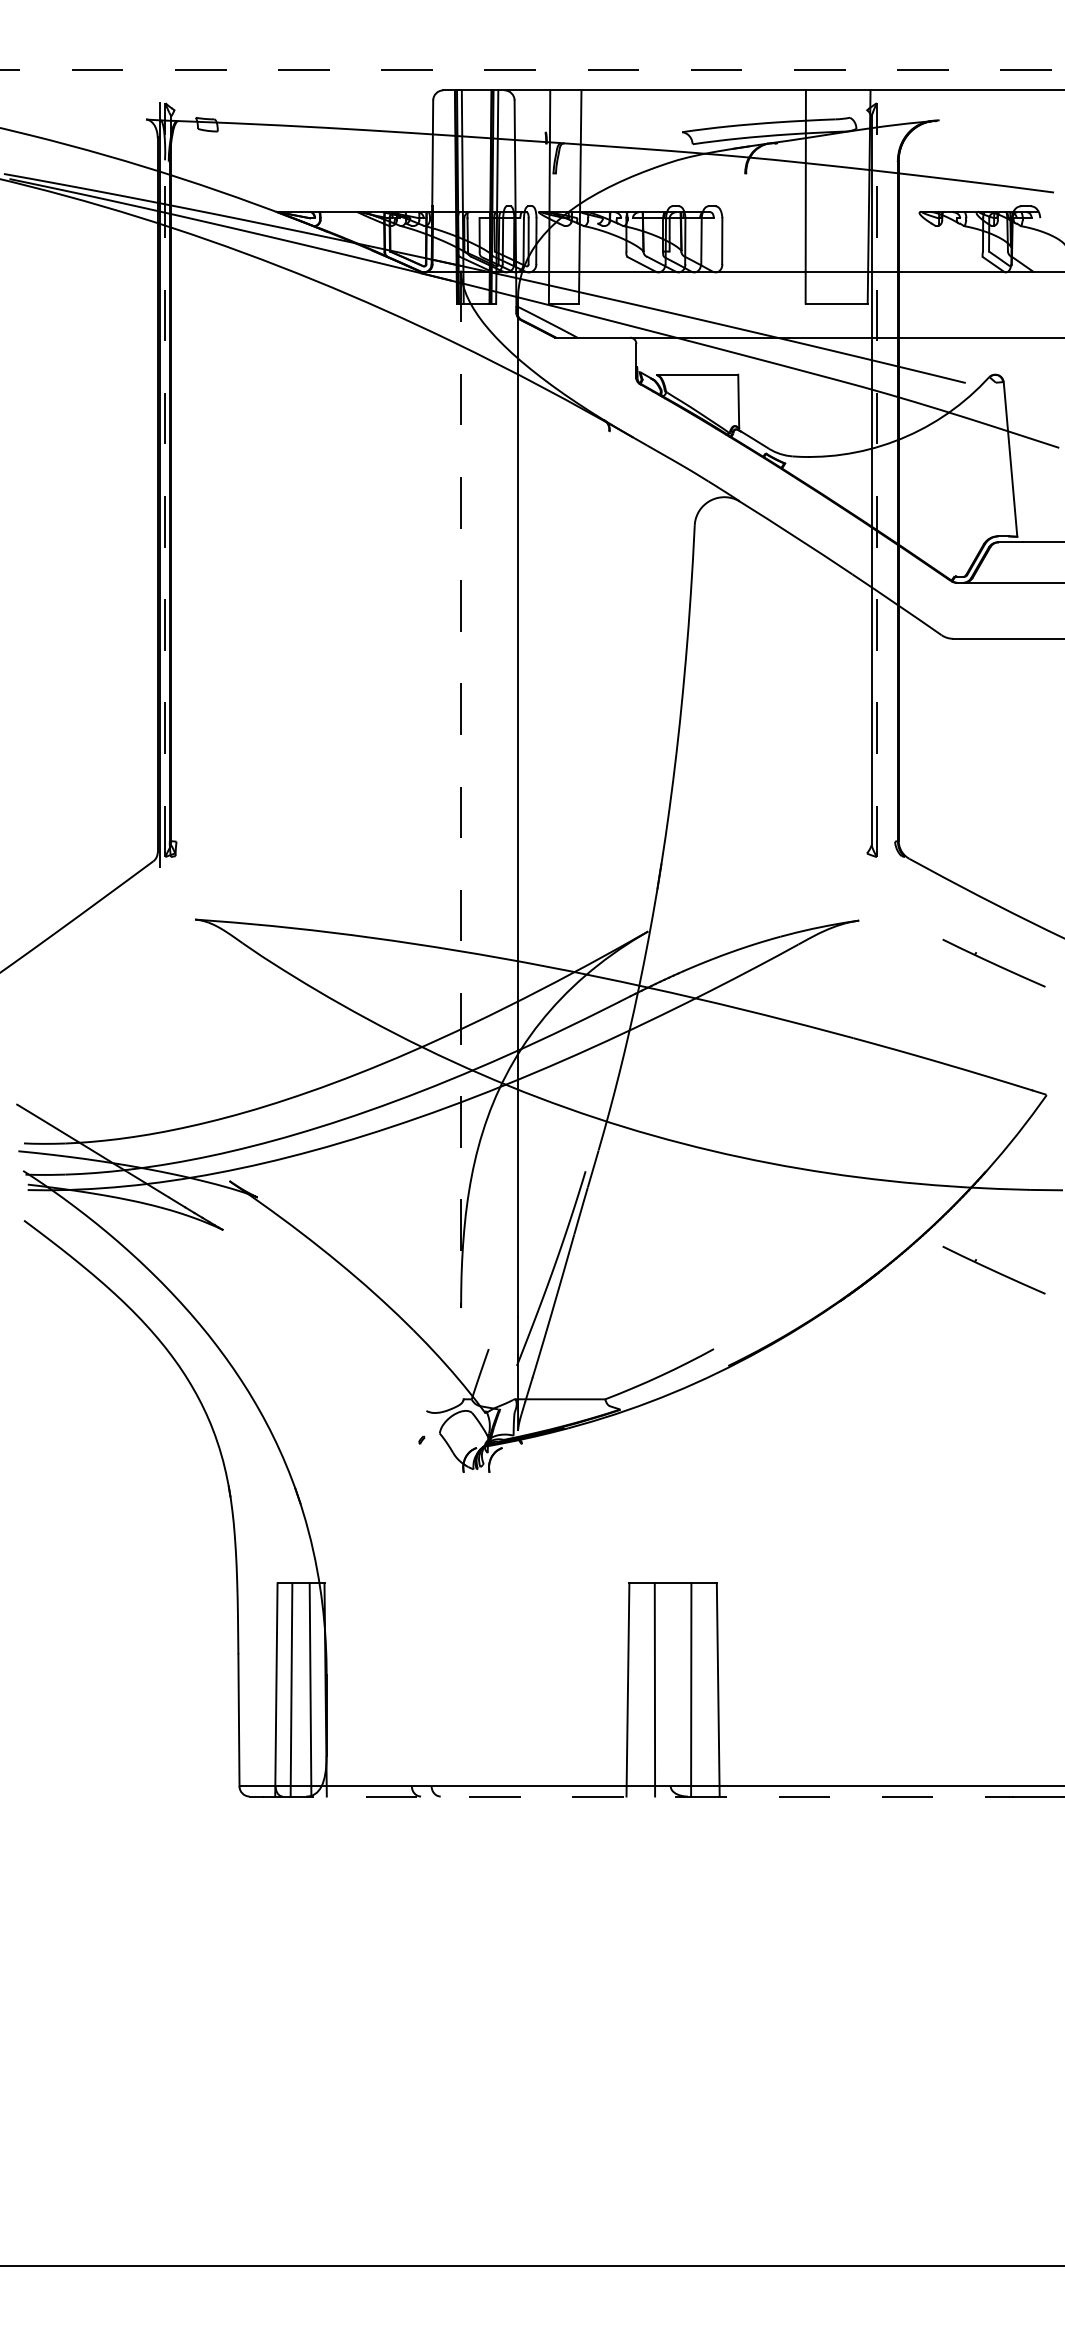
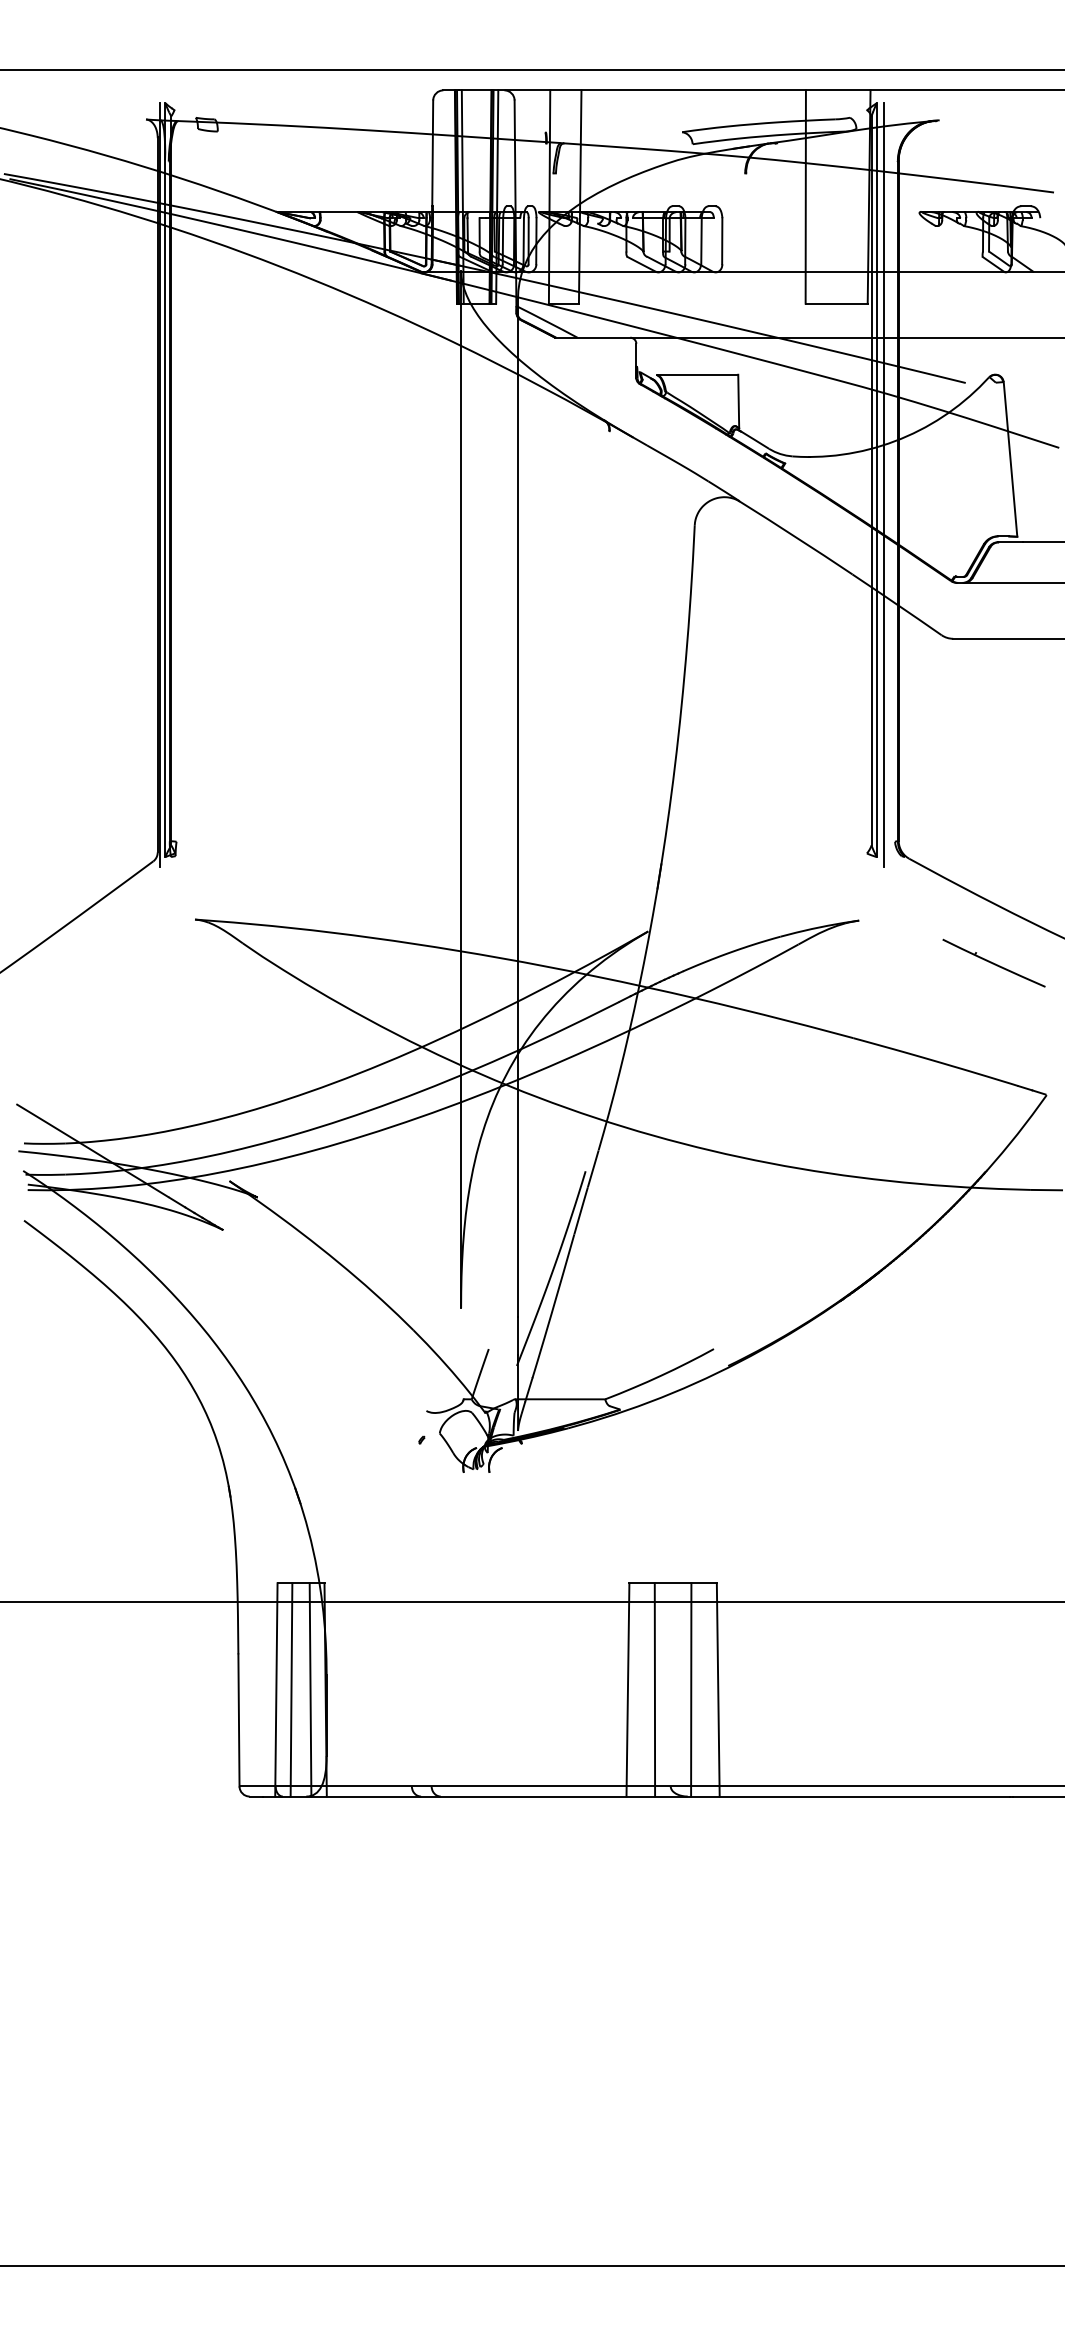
line at (532, 70): dashed -> solid
line at (165, 480): dashed -> solid
line at (876, 480): dashed -> solid
line at (883, 485): none -> present
line at (461, 789): dashed -> solid
part at (993, 1269): present -> none
line at (531, 1601): none -> present
line at (636, 1796): dashed -> solid
